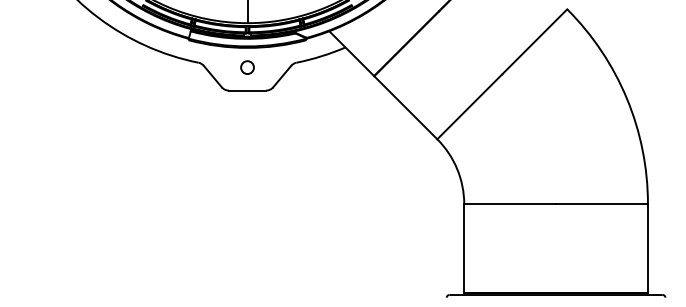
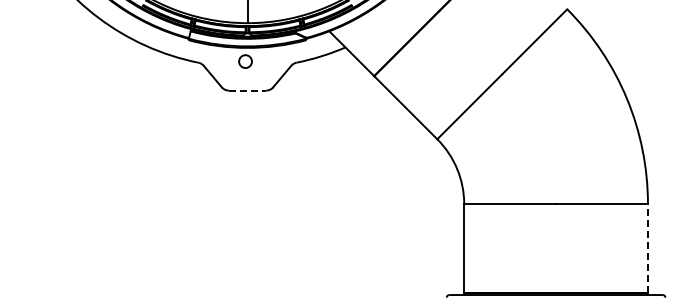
circle at (247, 67) position: (247, 67) -> (245, 61)
line at (247, 90): solid -> dashed
line at (647, 248): solid -> dashed
